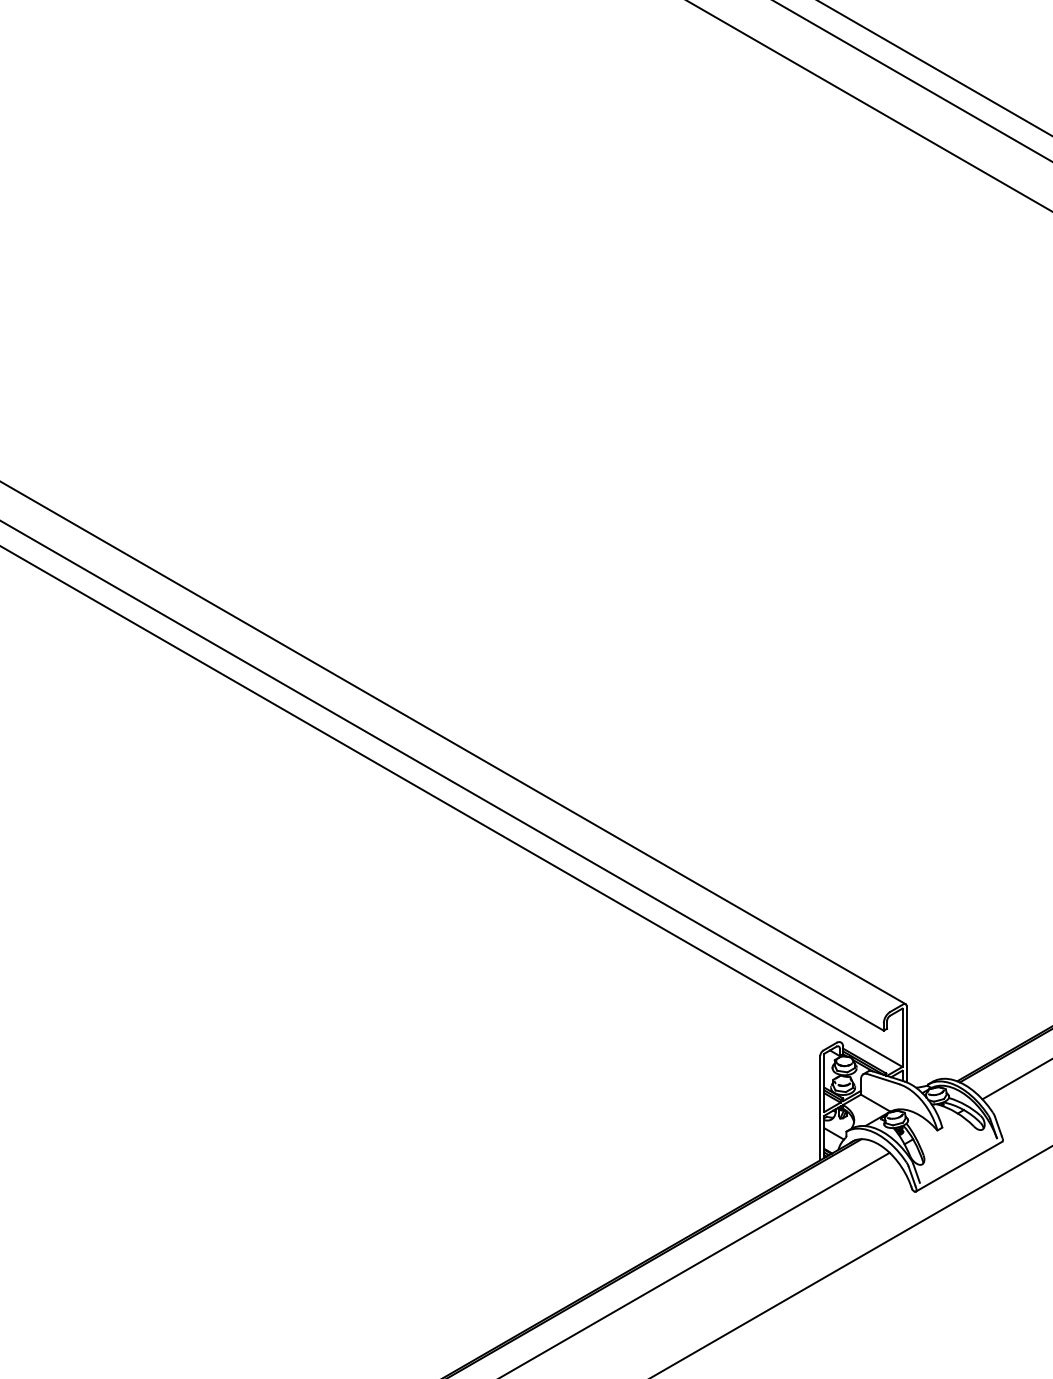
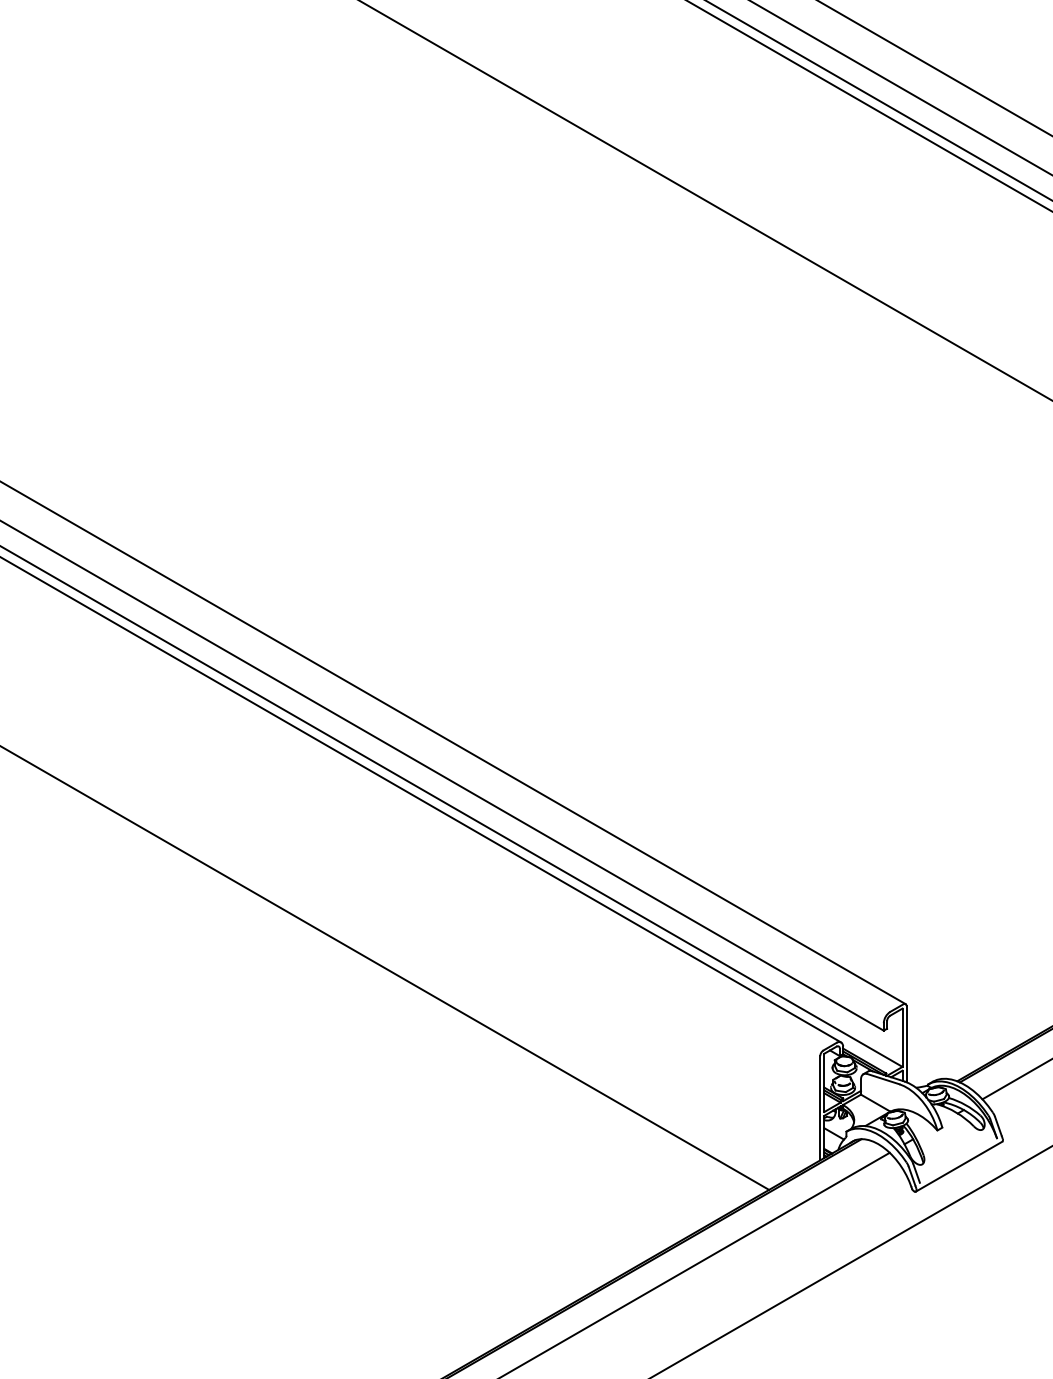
line at (912, 81) position: (912, 81) -> (900, 87)
line at (878, 100): none -> present
line at (705, 200): none -> present
line at (421, 800): none -> present
line at (385, 968): none -> present
